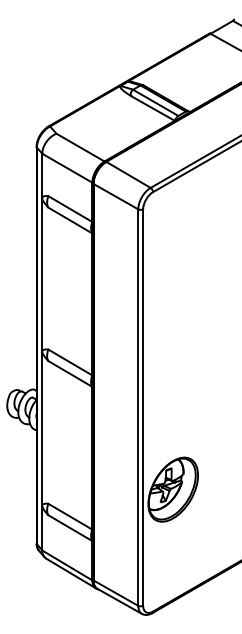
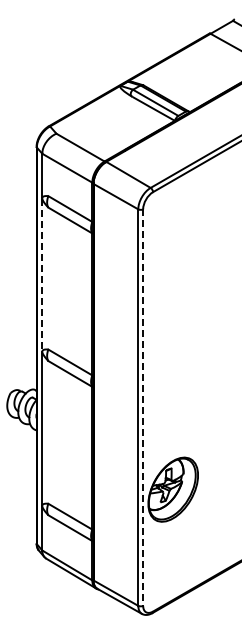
line at (42, 275): solid -> dashed
line at (143, 408): solid -> dashed
